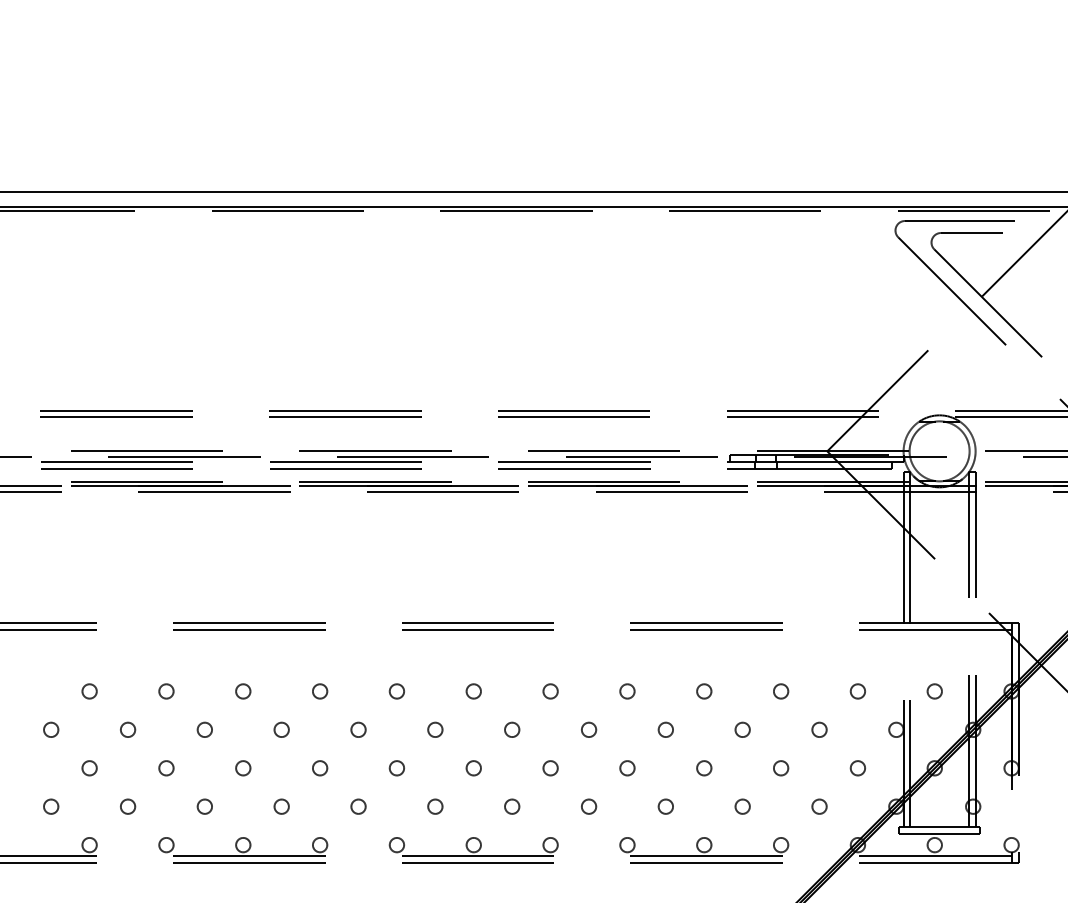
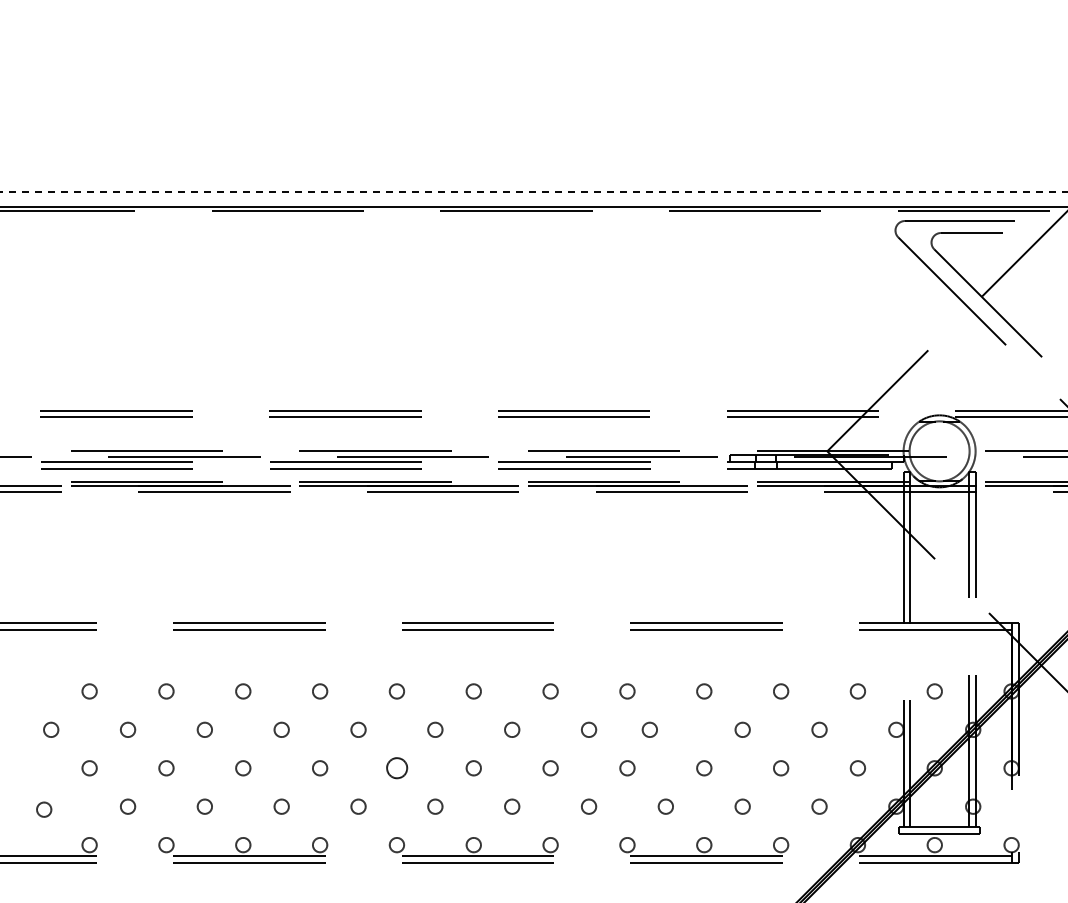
line at (533, 192): solid -> dashed
circle at (665, 729) position: (665, 729) -> (649, 729)
circle at (396, 768) size: 17x17 px -> 23x23 px
circle at (51, 806) position: (51, 806) -> (44, 809)
